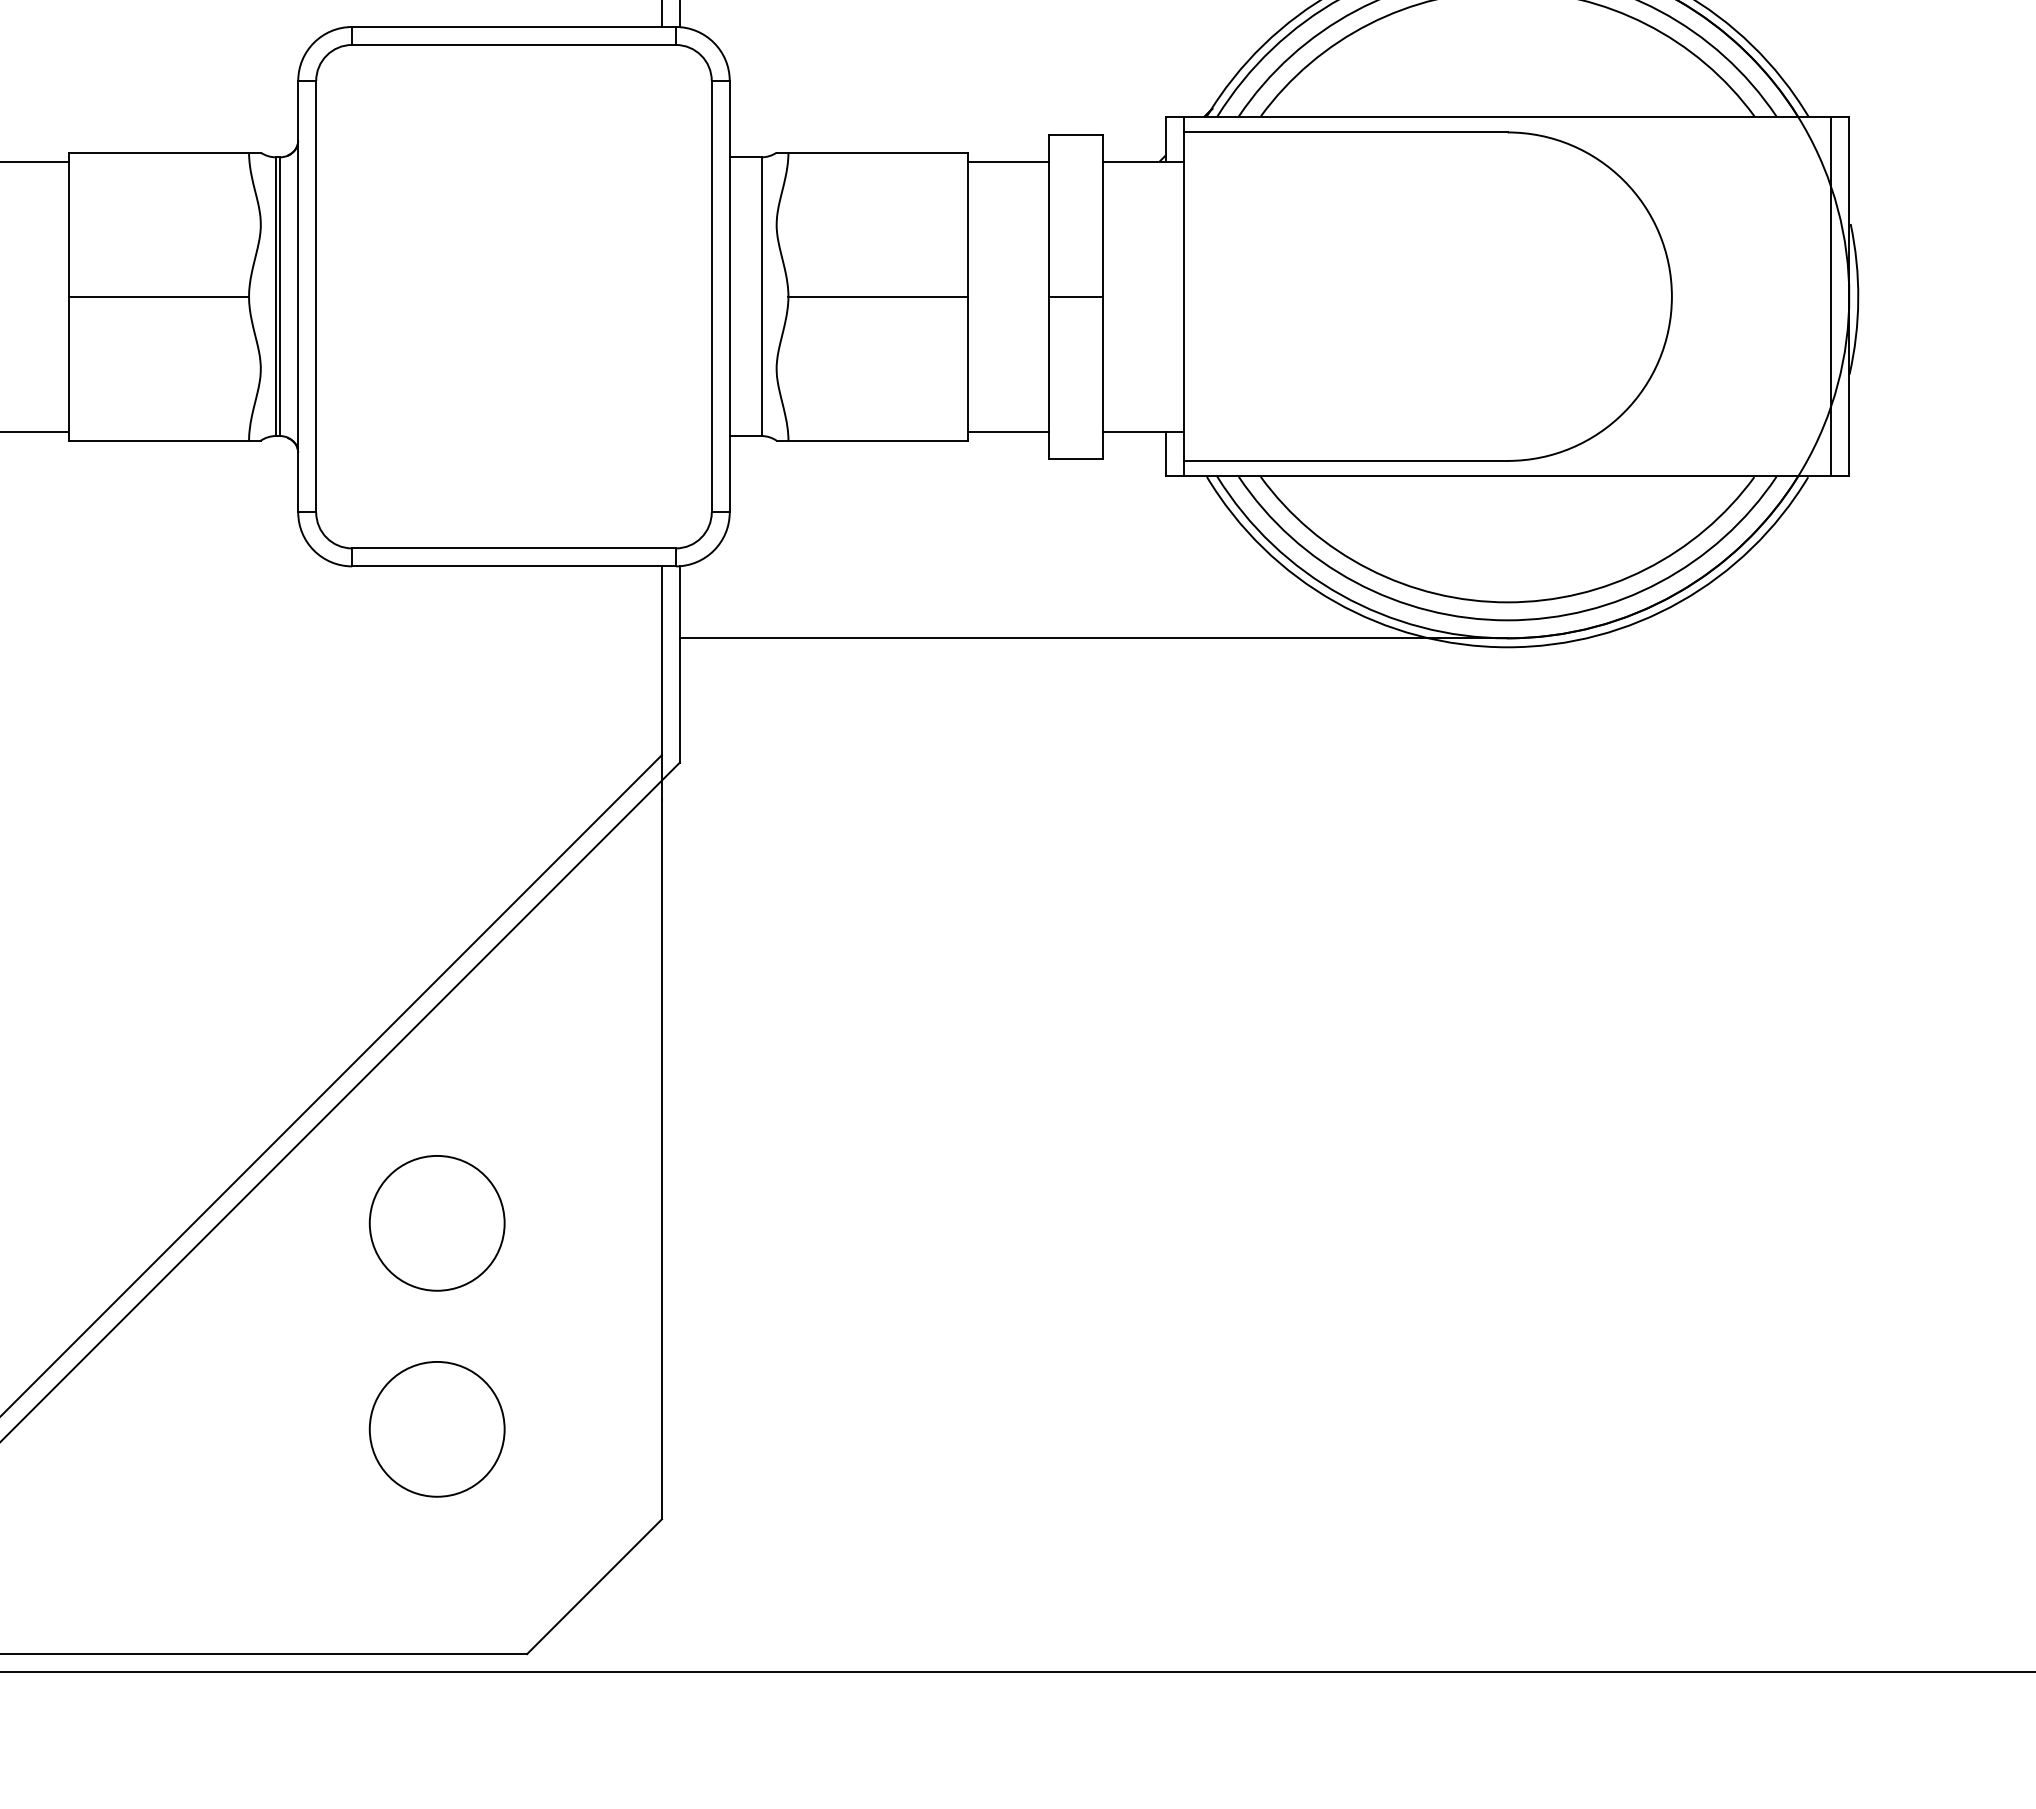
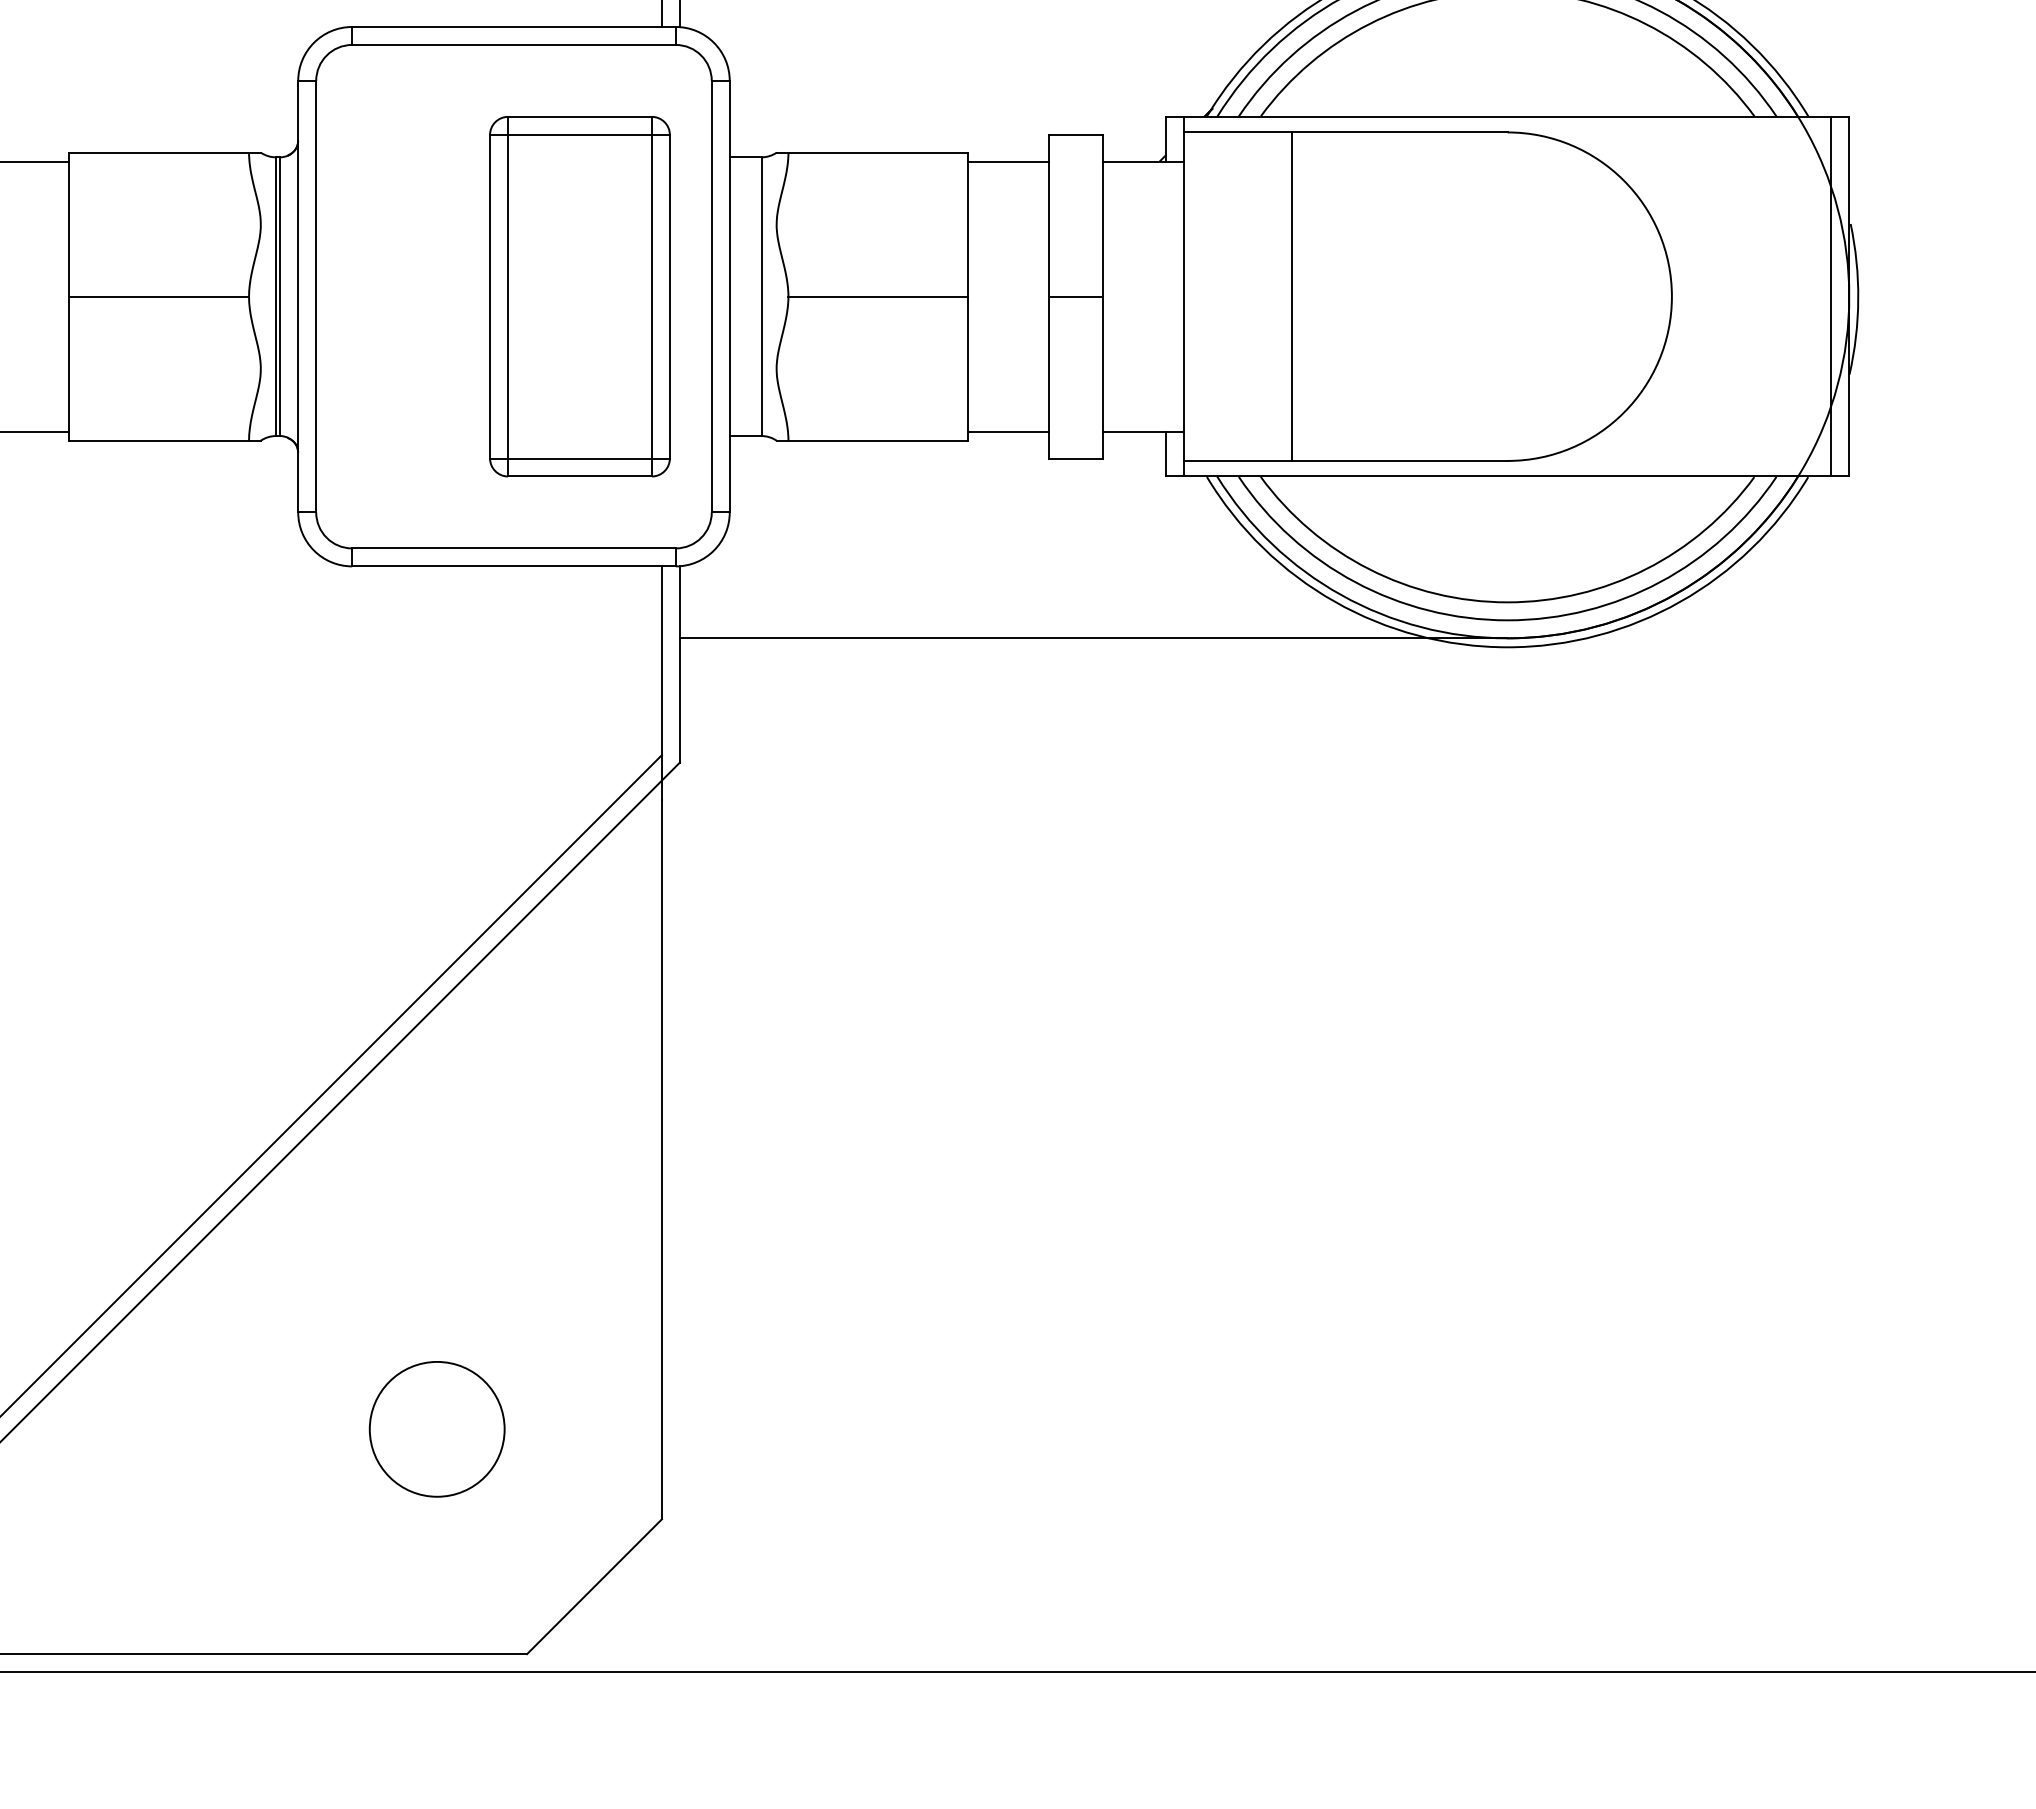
part at (579, 296): none -> present
line at (1291, 296): none -> present
circle at (436, 1223): present -> none
